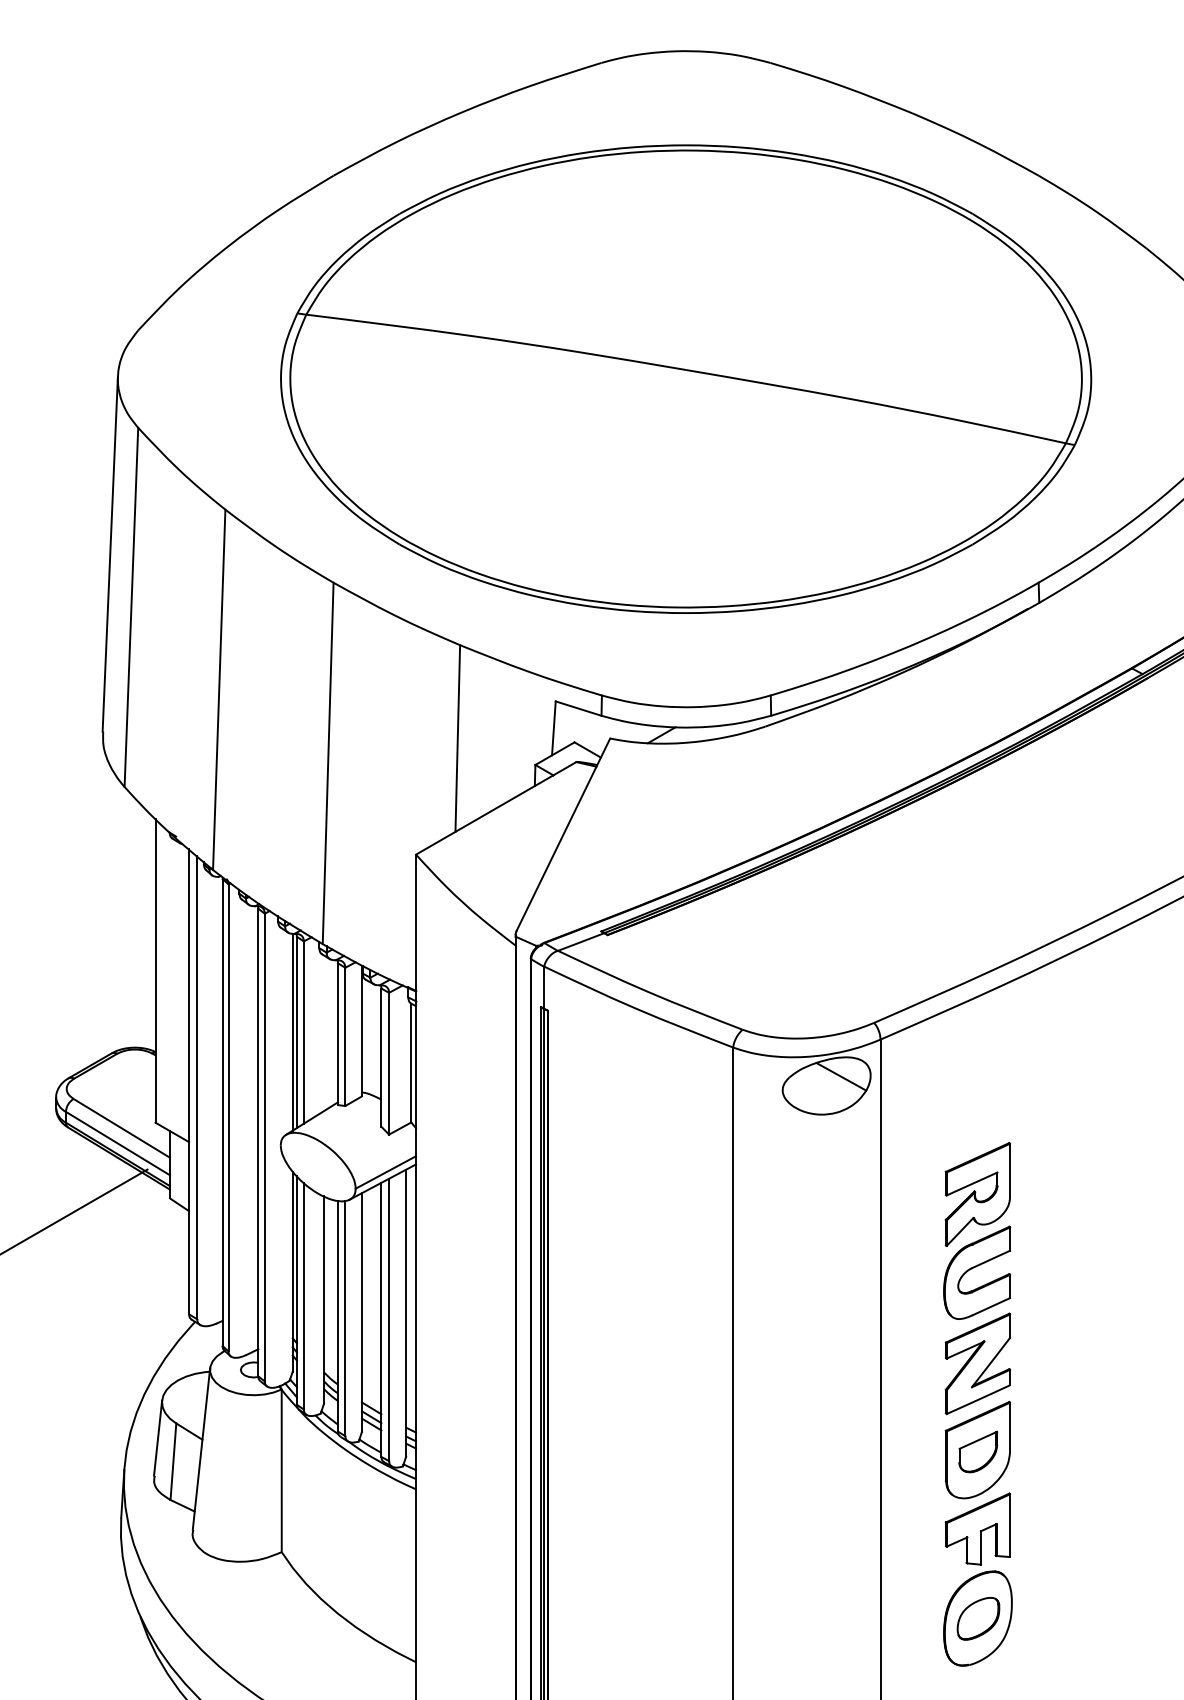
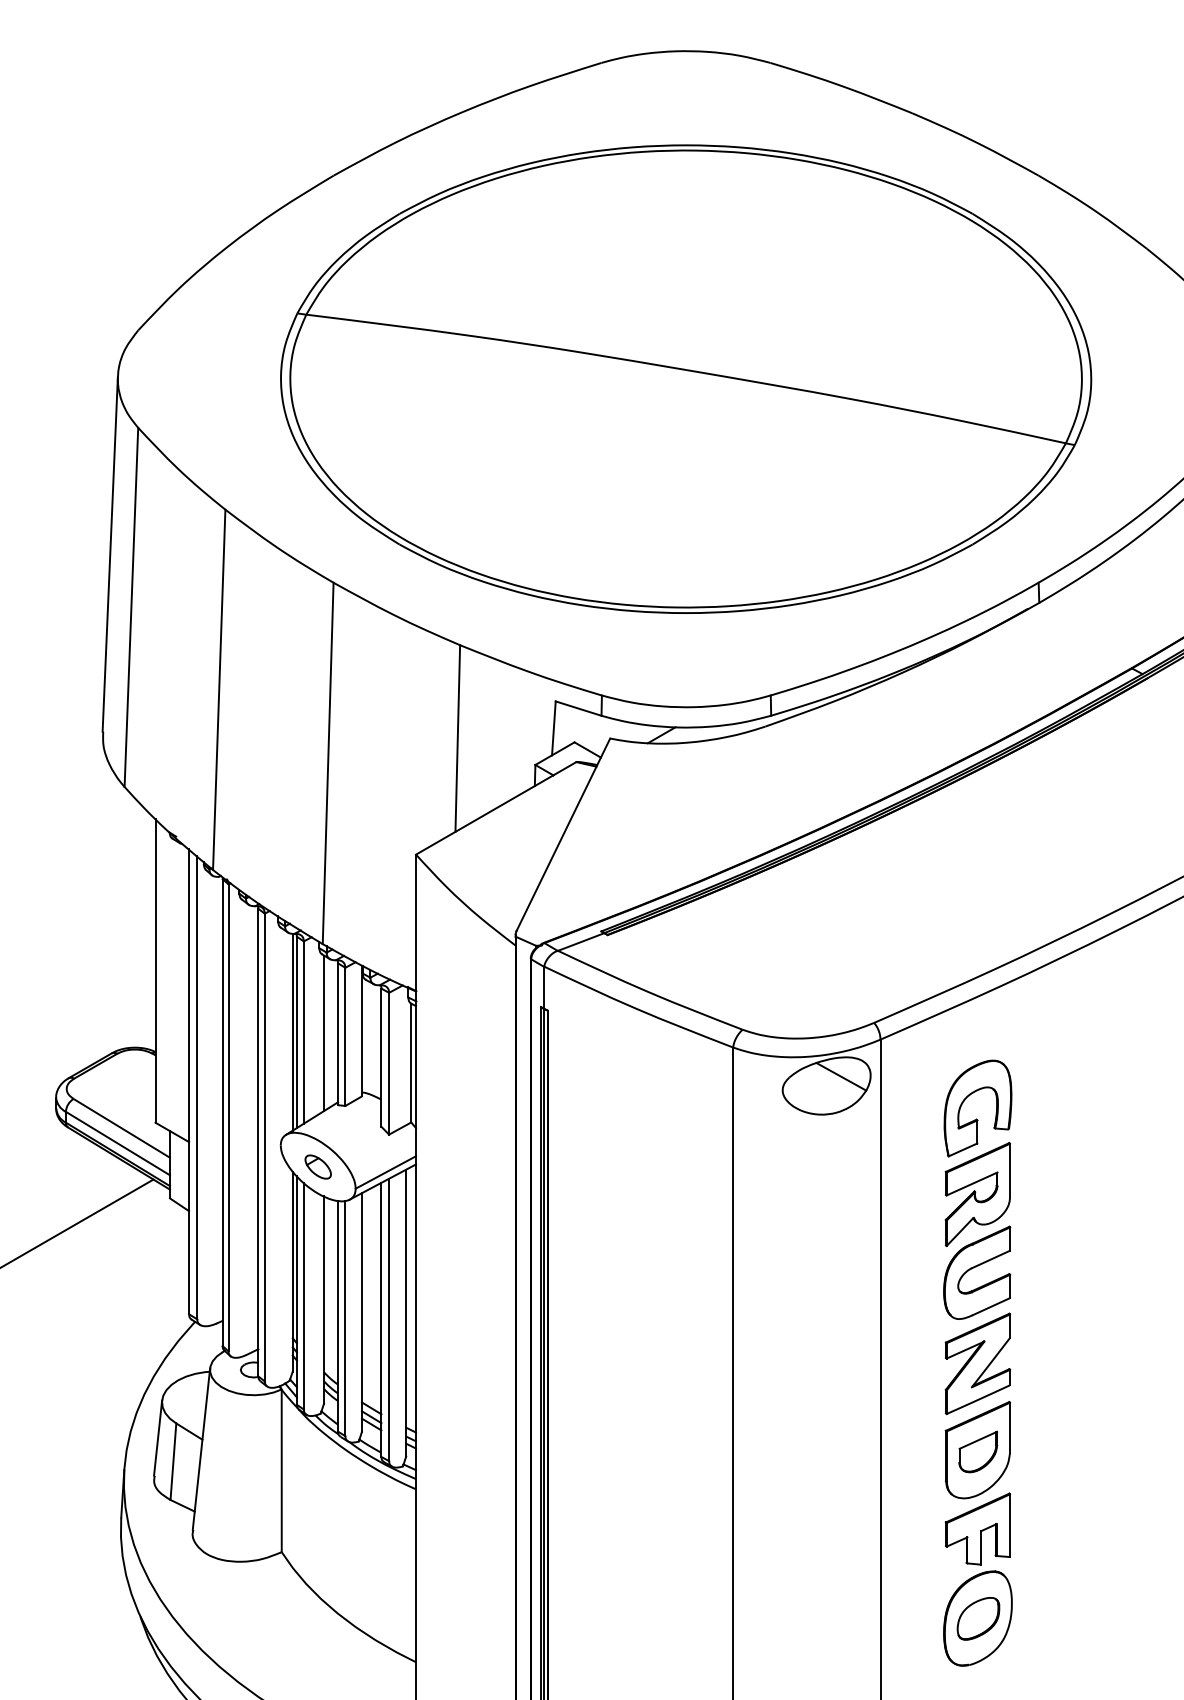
line at (324, 1033): none -> present
part at (976, 1118): none -> present
part at (317, 1166): none -> present
line at (74, 1211) position: (74, 1211) -> (77, 1222)
